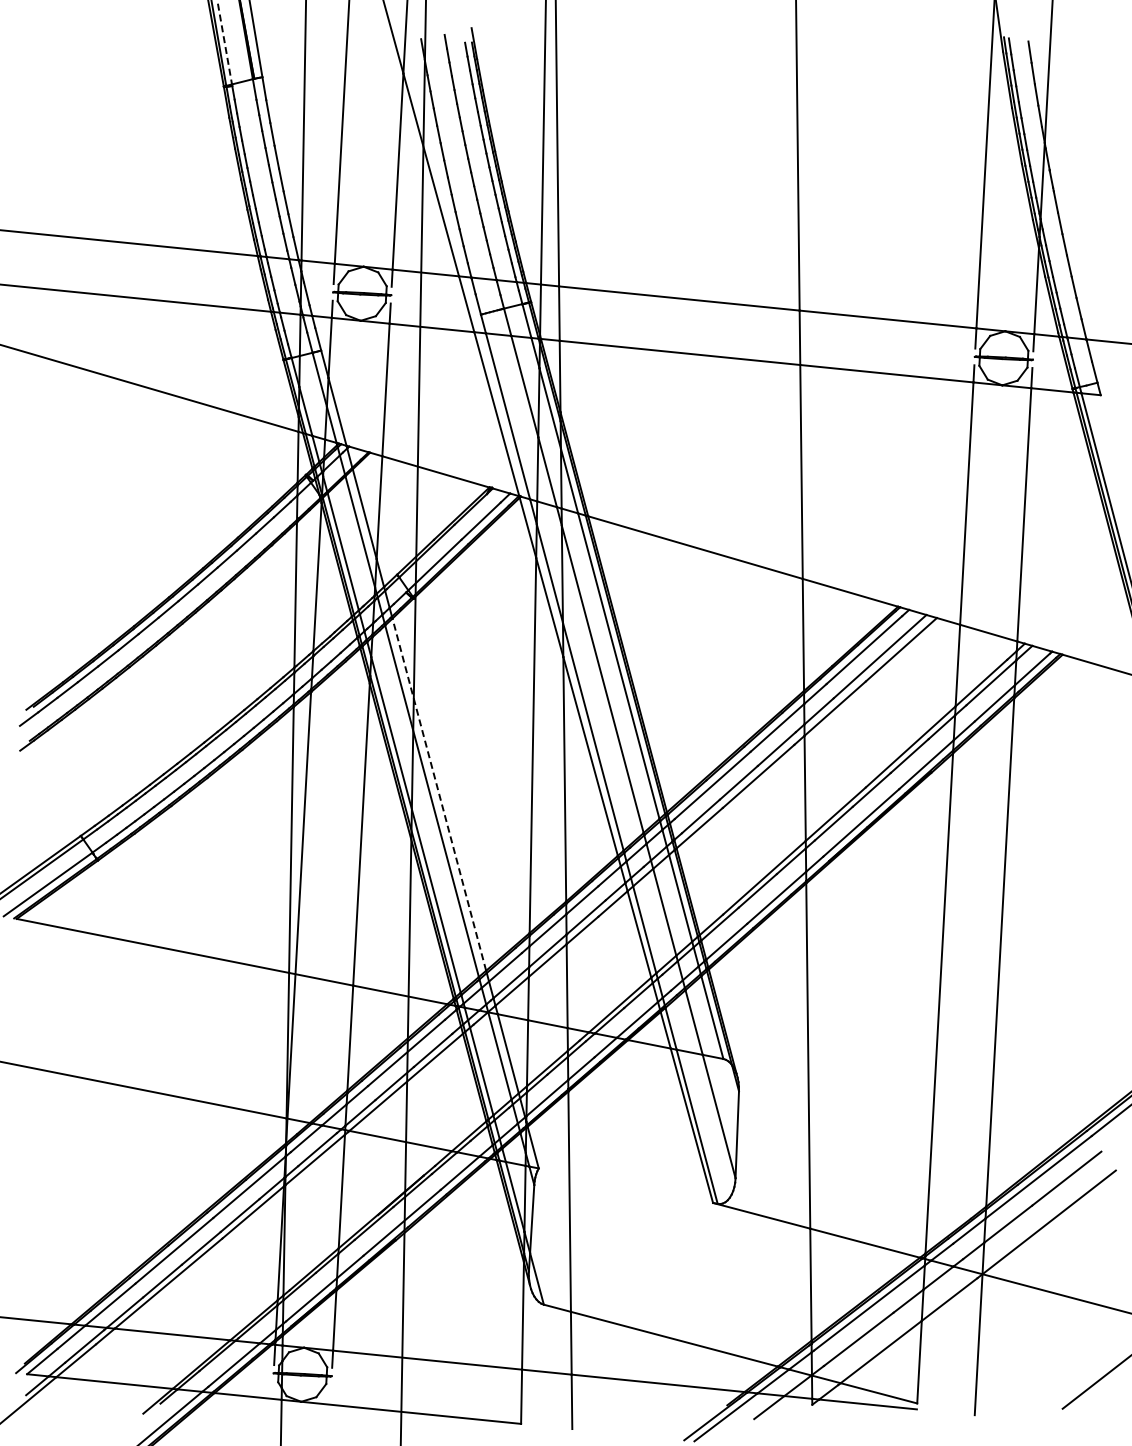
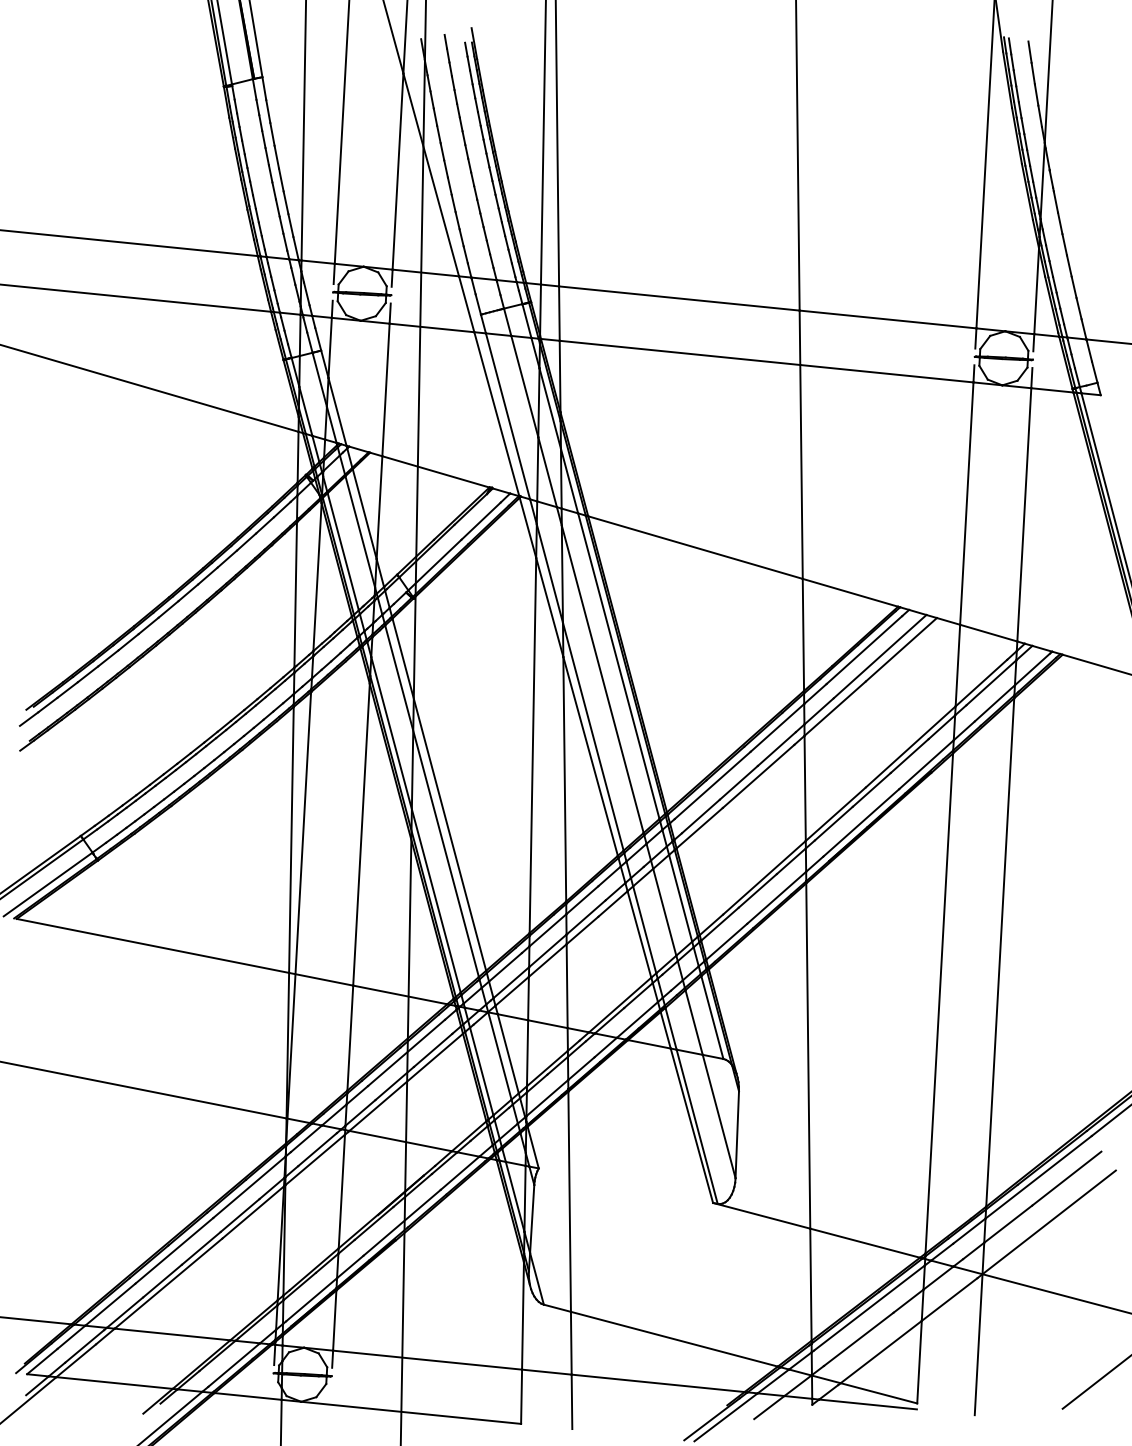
line at (224, 43): dashed -> solid
line at (439, 794): dashed -> solid
